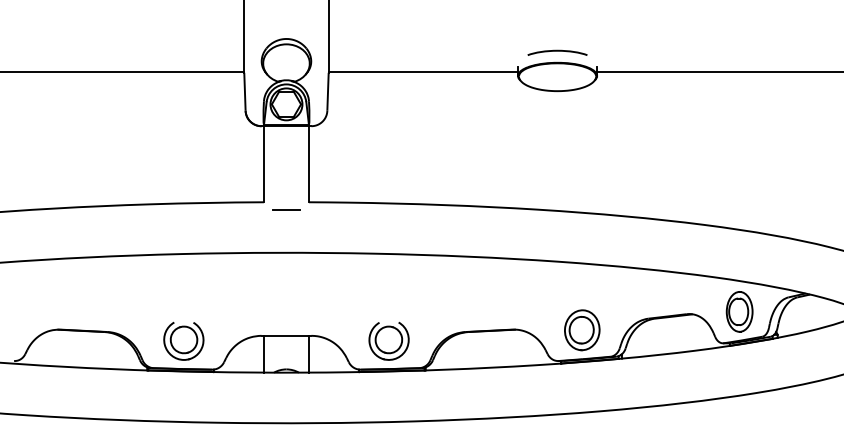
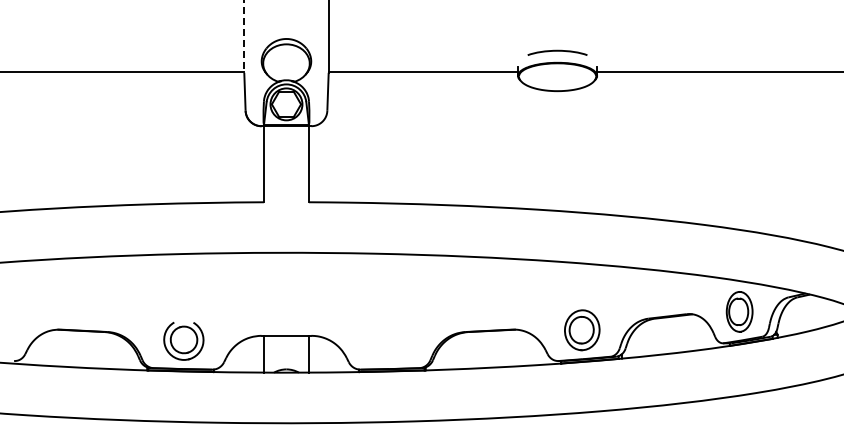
line at (244, 36): solid -> dashed
line at (286, 209): present -> none
part at (388, 340): present -> none
